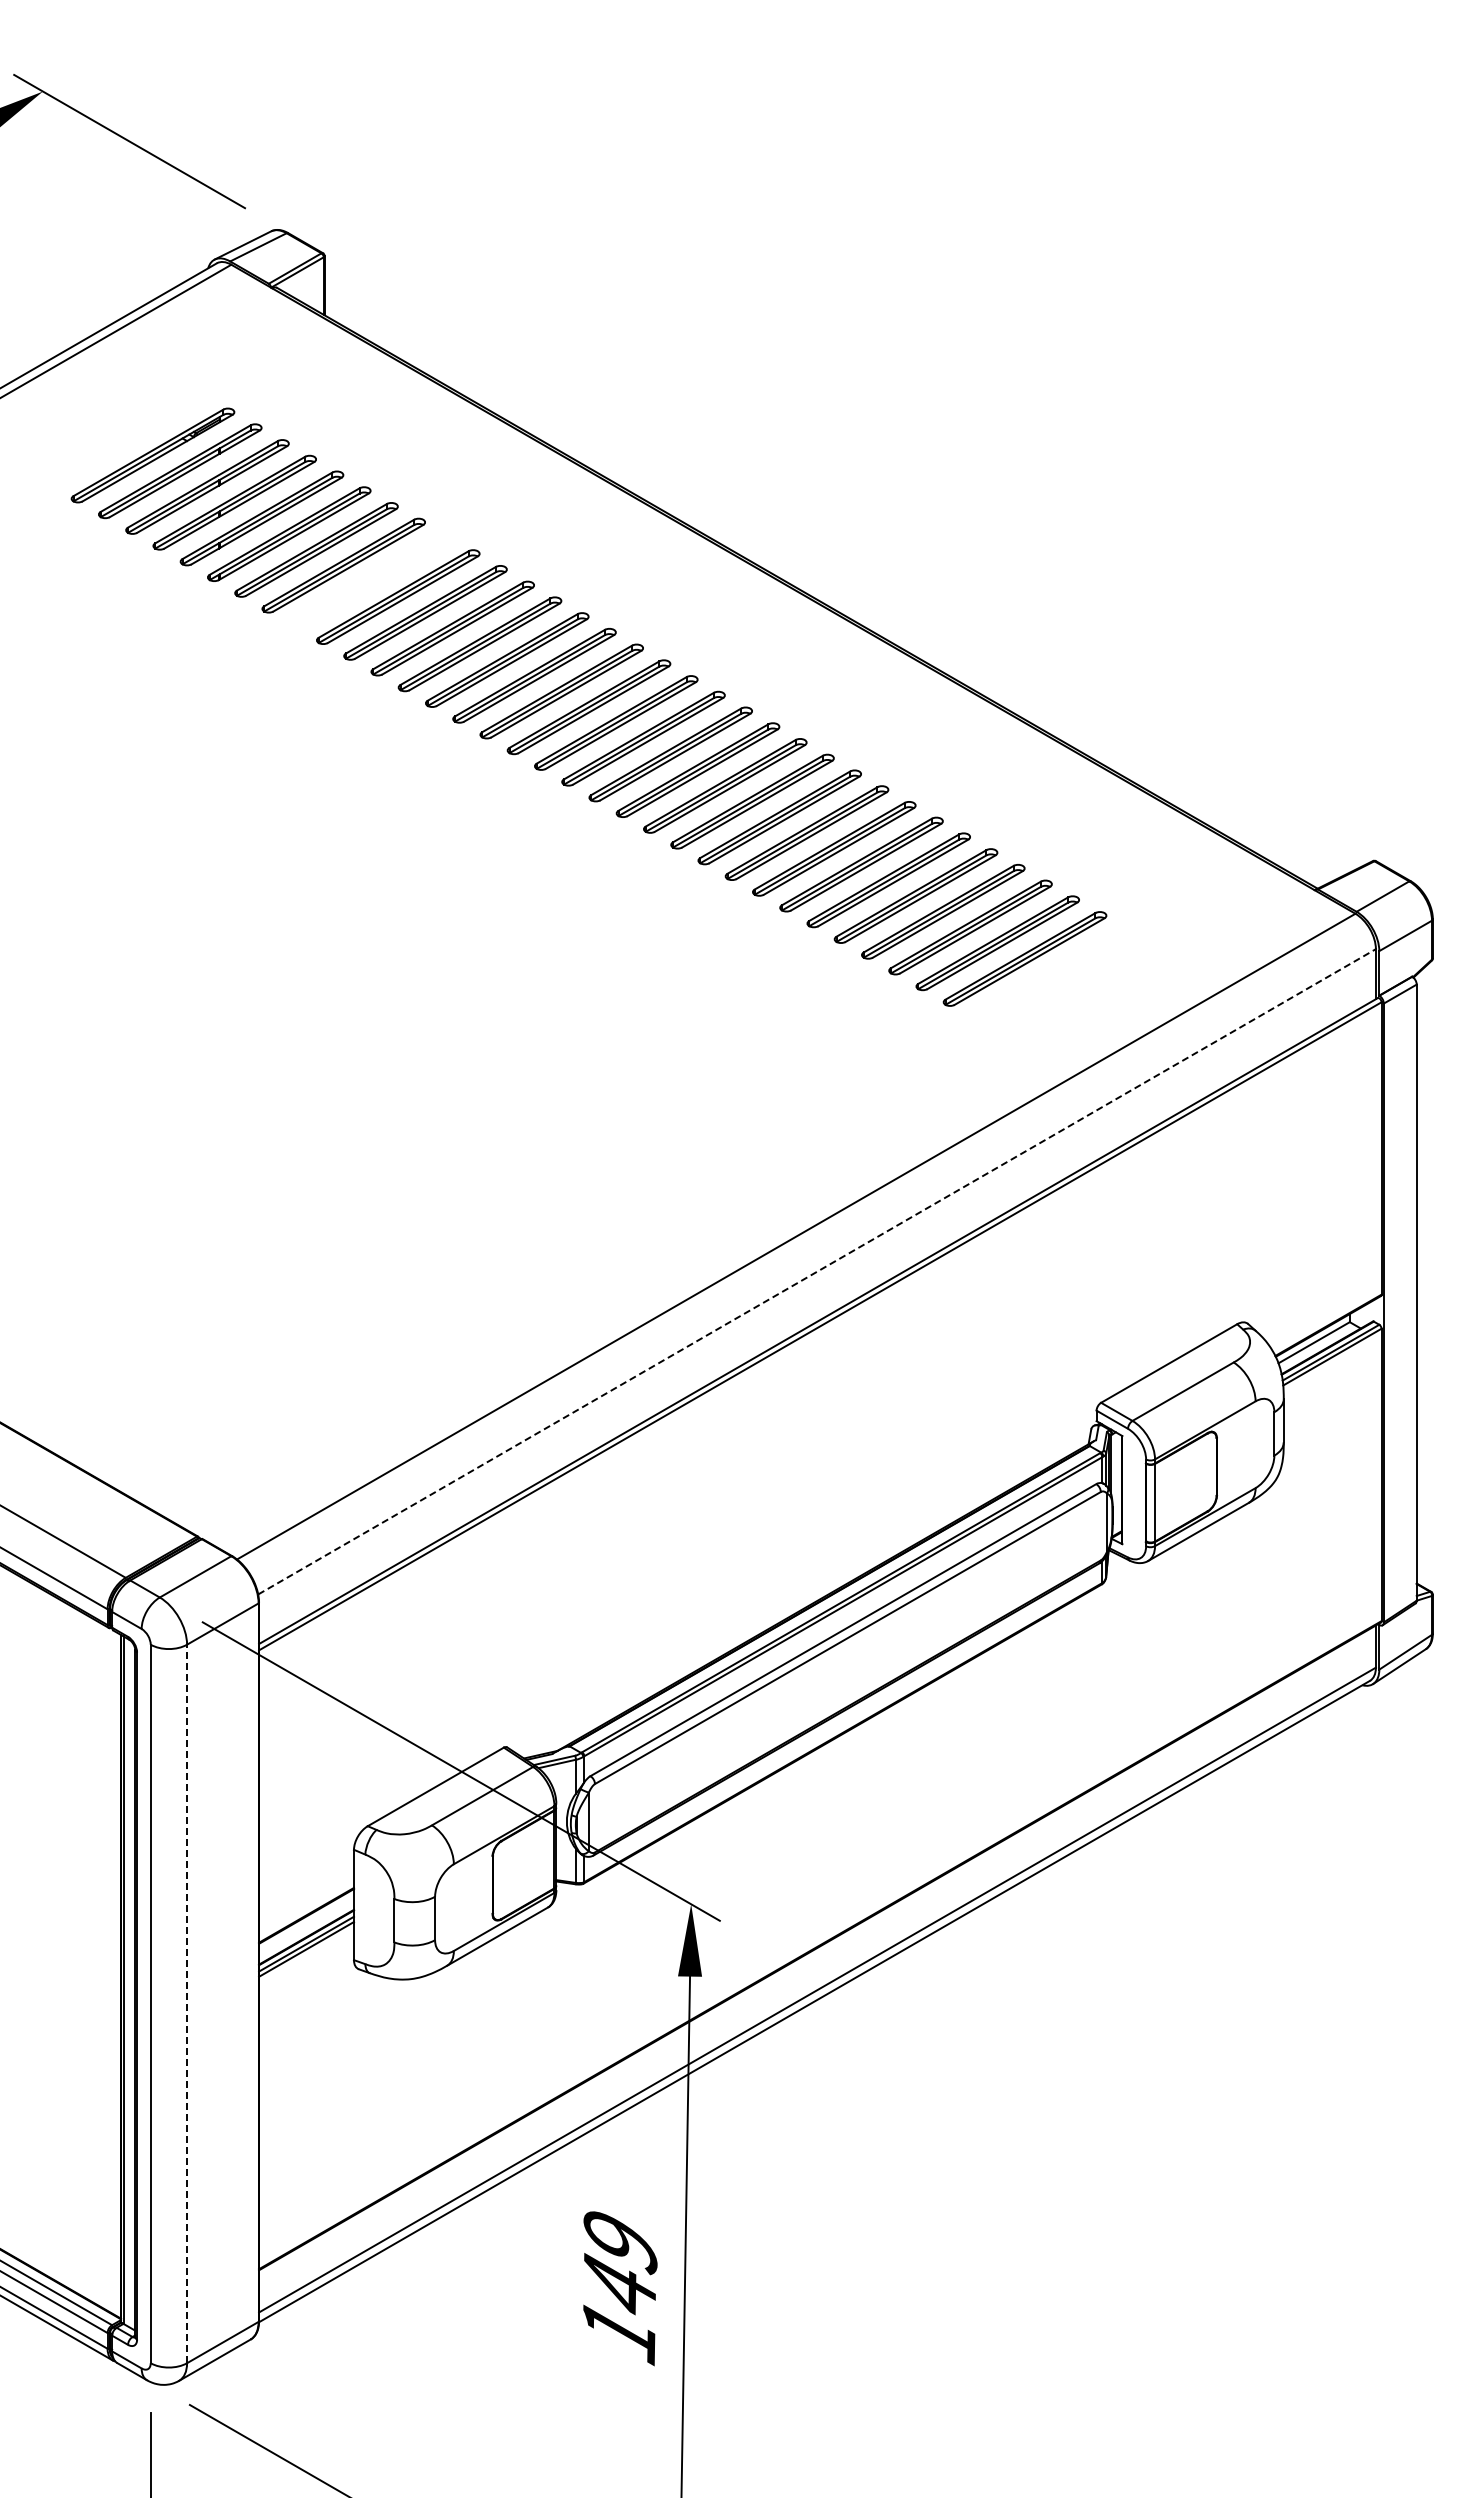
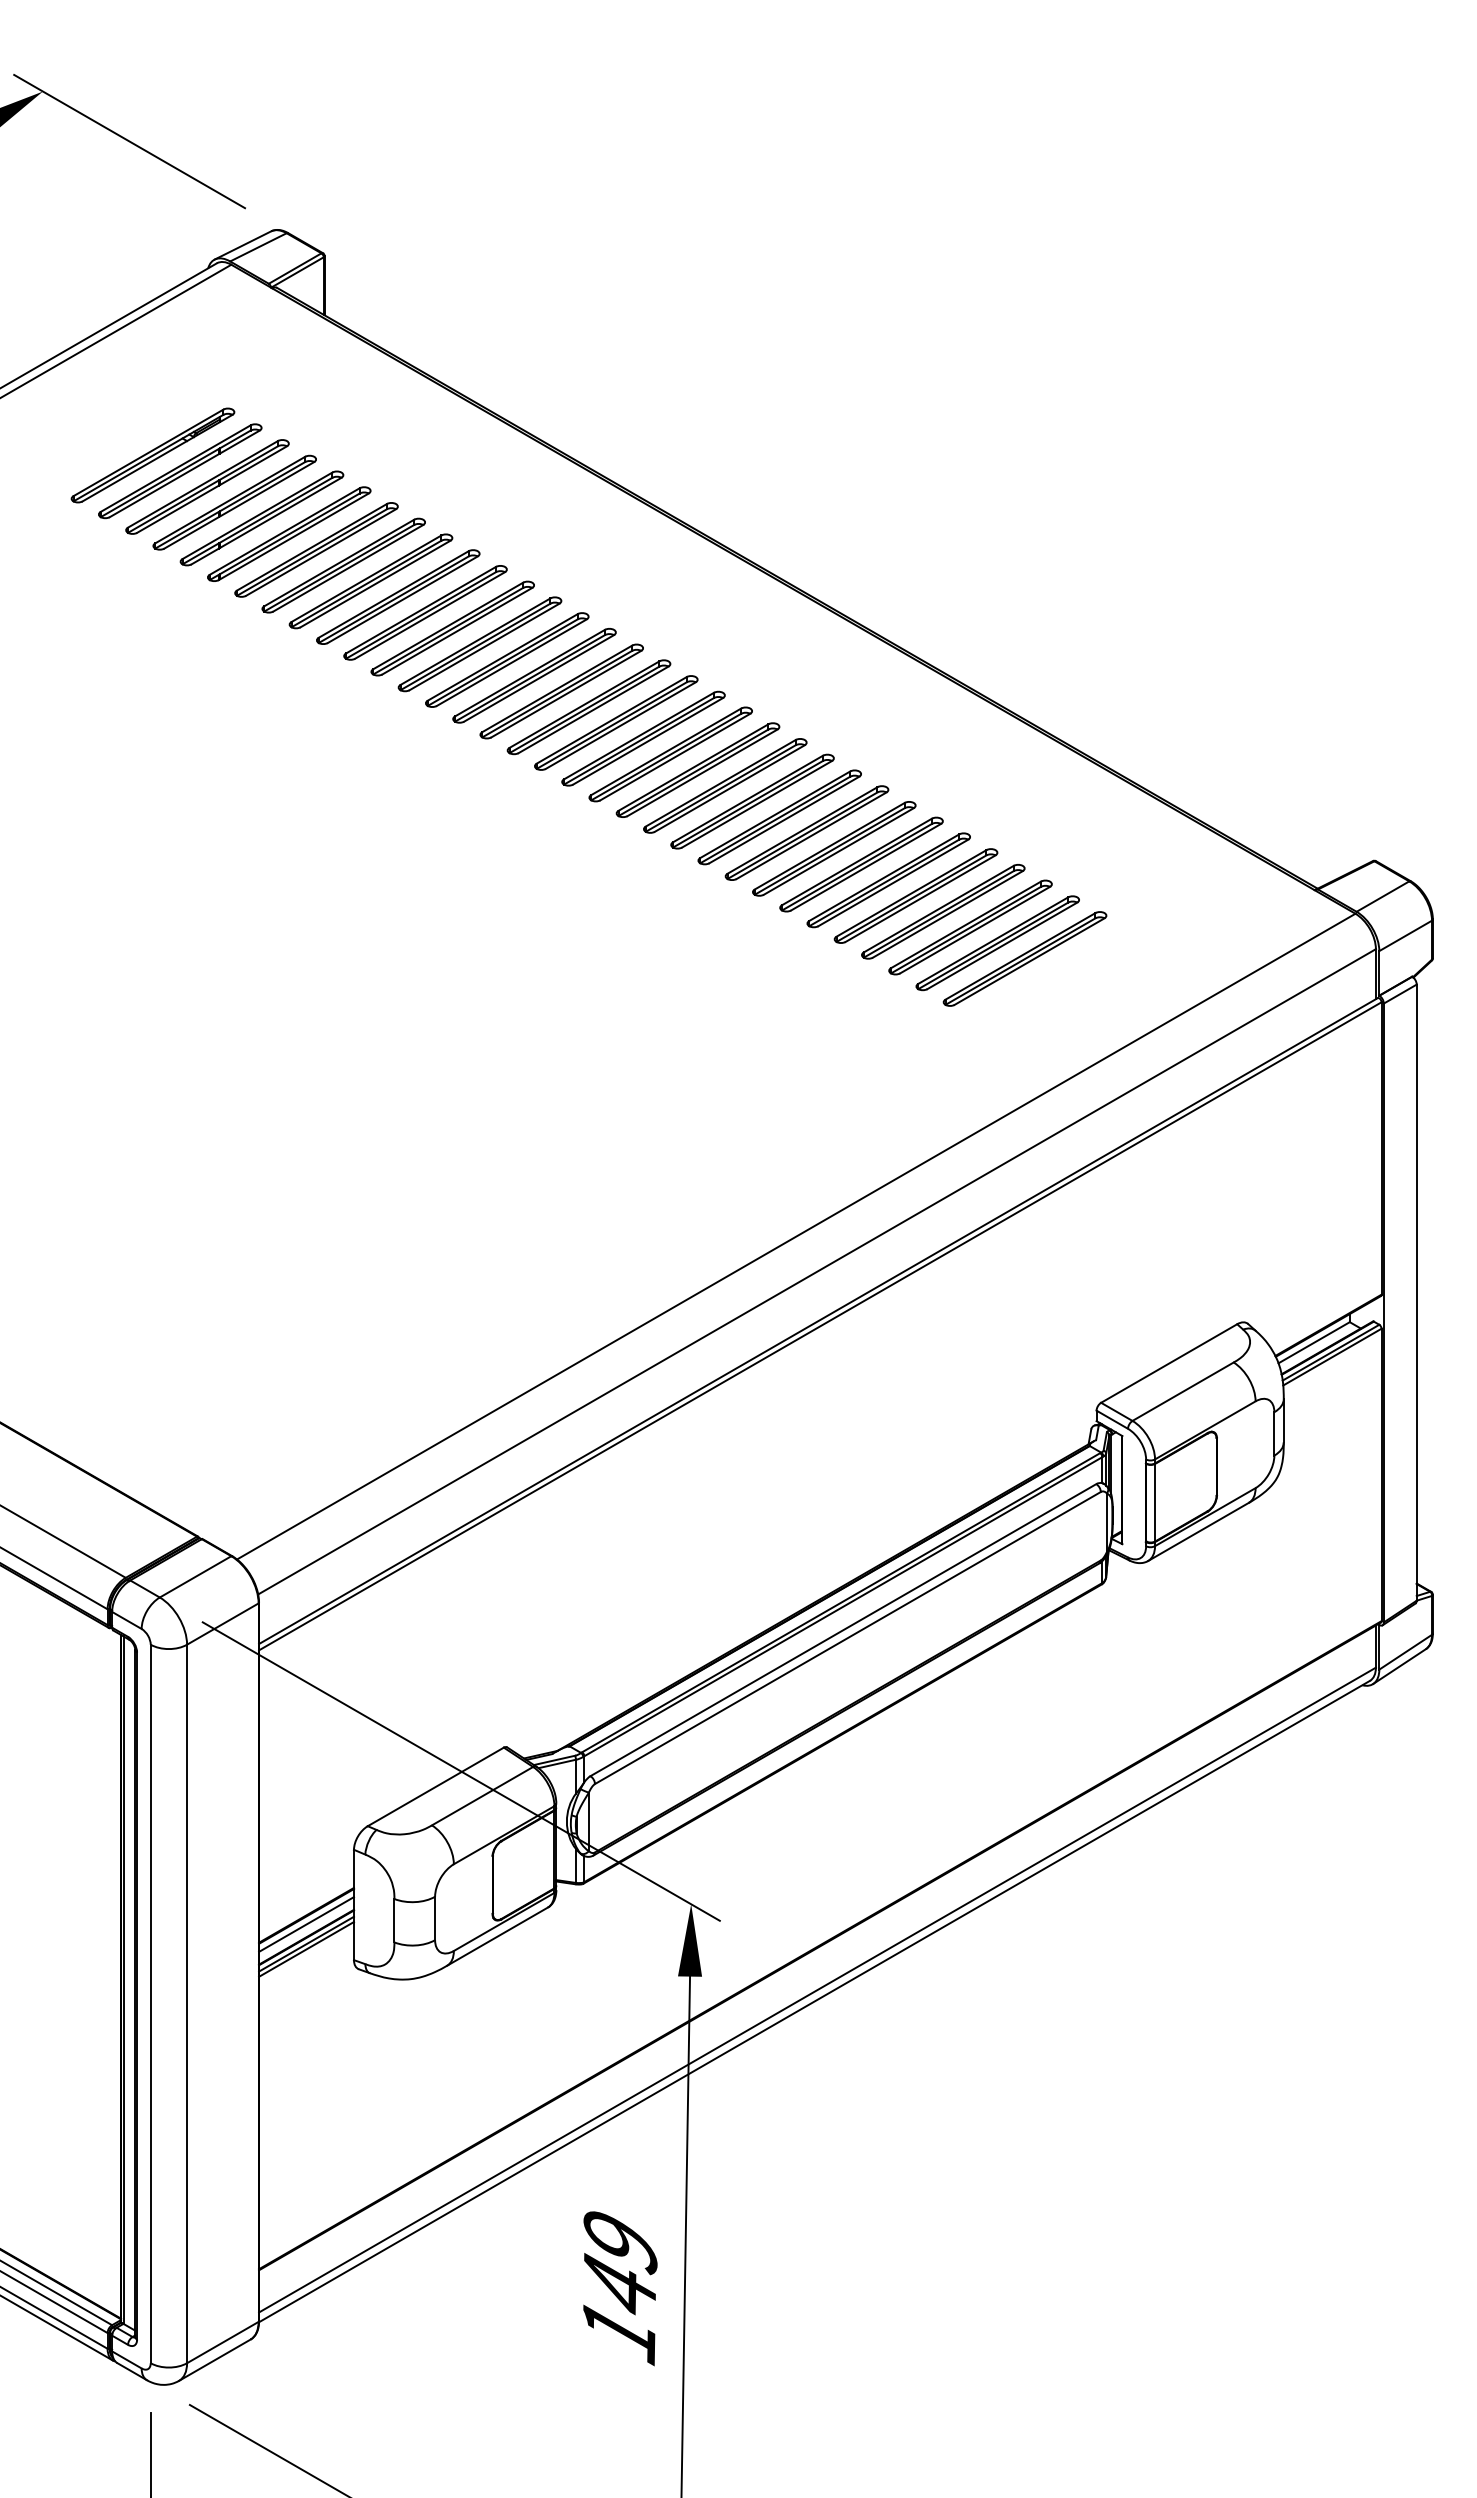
part at (370, 581): none -> present
line at (817, 1271): dashed -> solid
line at (306, 1924): none -> present
line at (187, 2003): dashed -> solid
